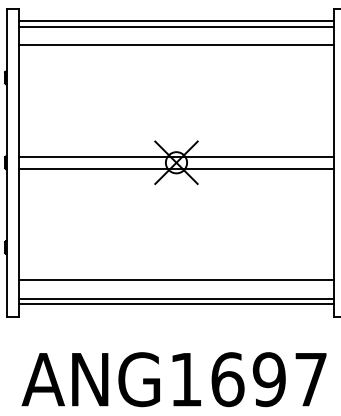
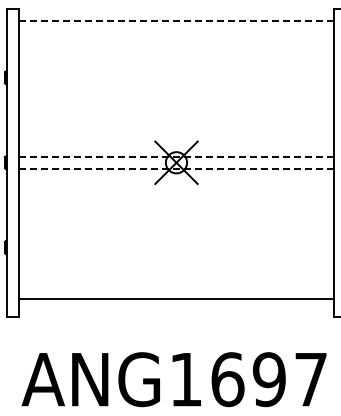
line at (176, 21): solid -> dashed
line at (176, 26): present -> none
line at (176, 45): present -> none
line at (176, 156): solid -> dashed
line at (176, 168): solid -> dashed
line at (176, 280): present -> none
line at (176, 304): present -> none
